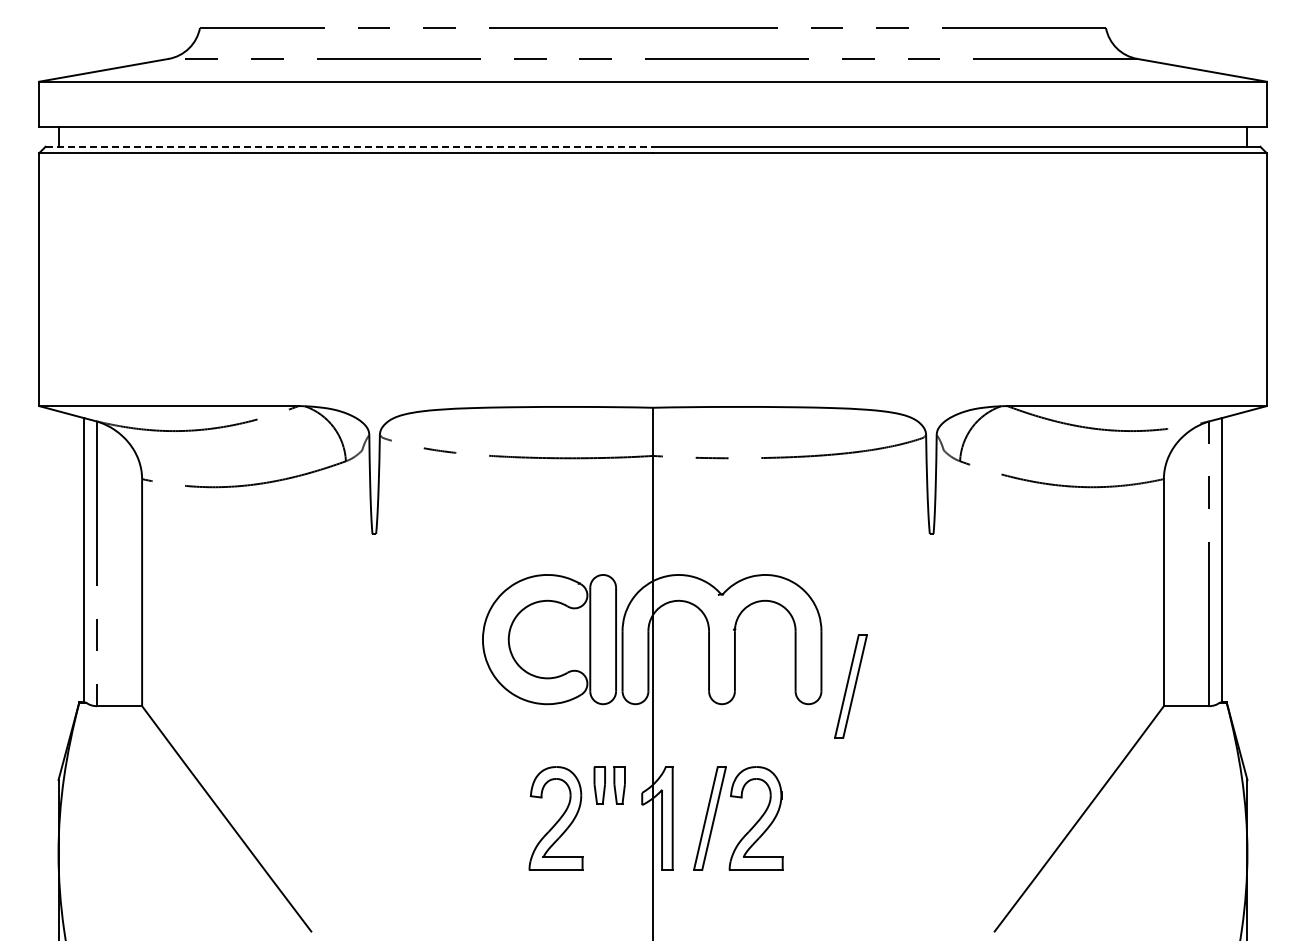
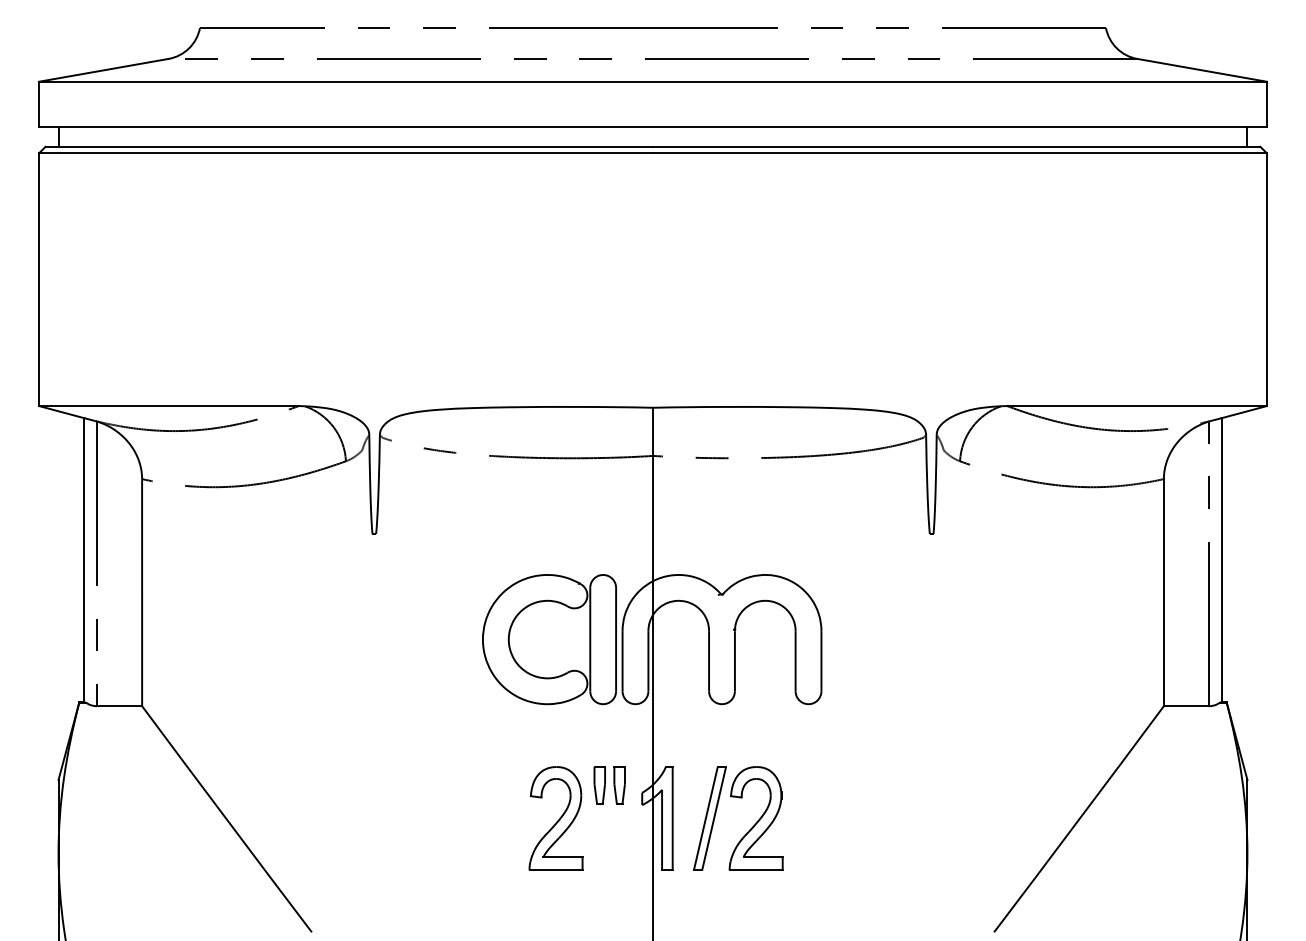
line at (349, 146): dashed -> solid
part at (850, 686): present -> none
